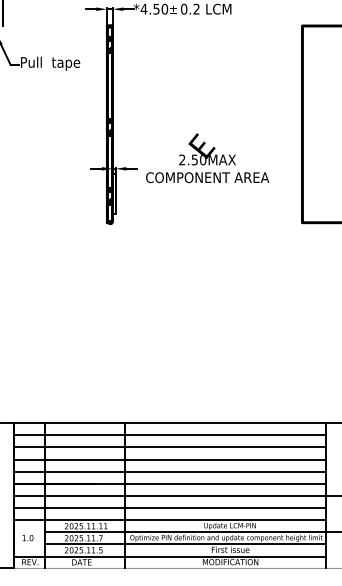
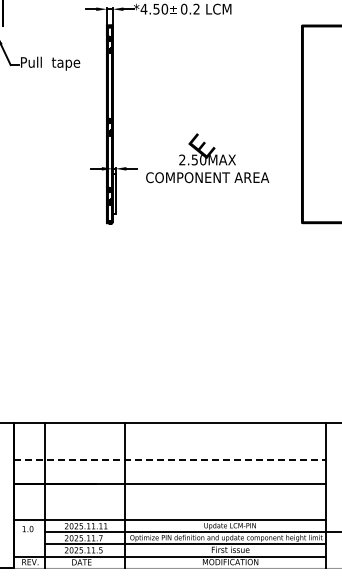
line at (169, 435): present -> none
line at (169, 447): present -> none
line at (170, 459): solid -> dashed
line at (169, 471): present -> none
line at (175, 495): present -> none
line at (169, 508): present -> none
text at (27, 538) position: (27, 538) -> (27, 529)
